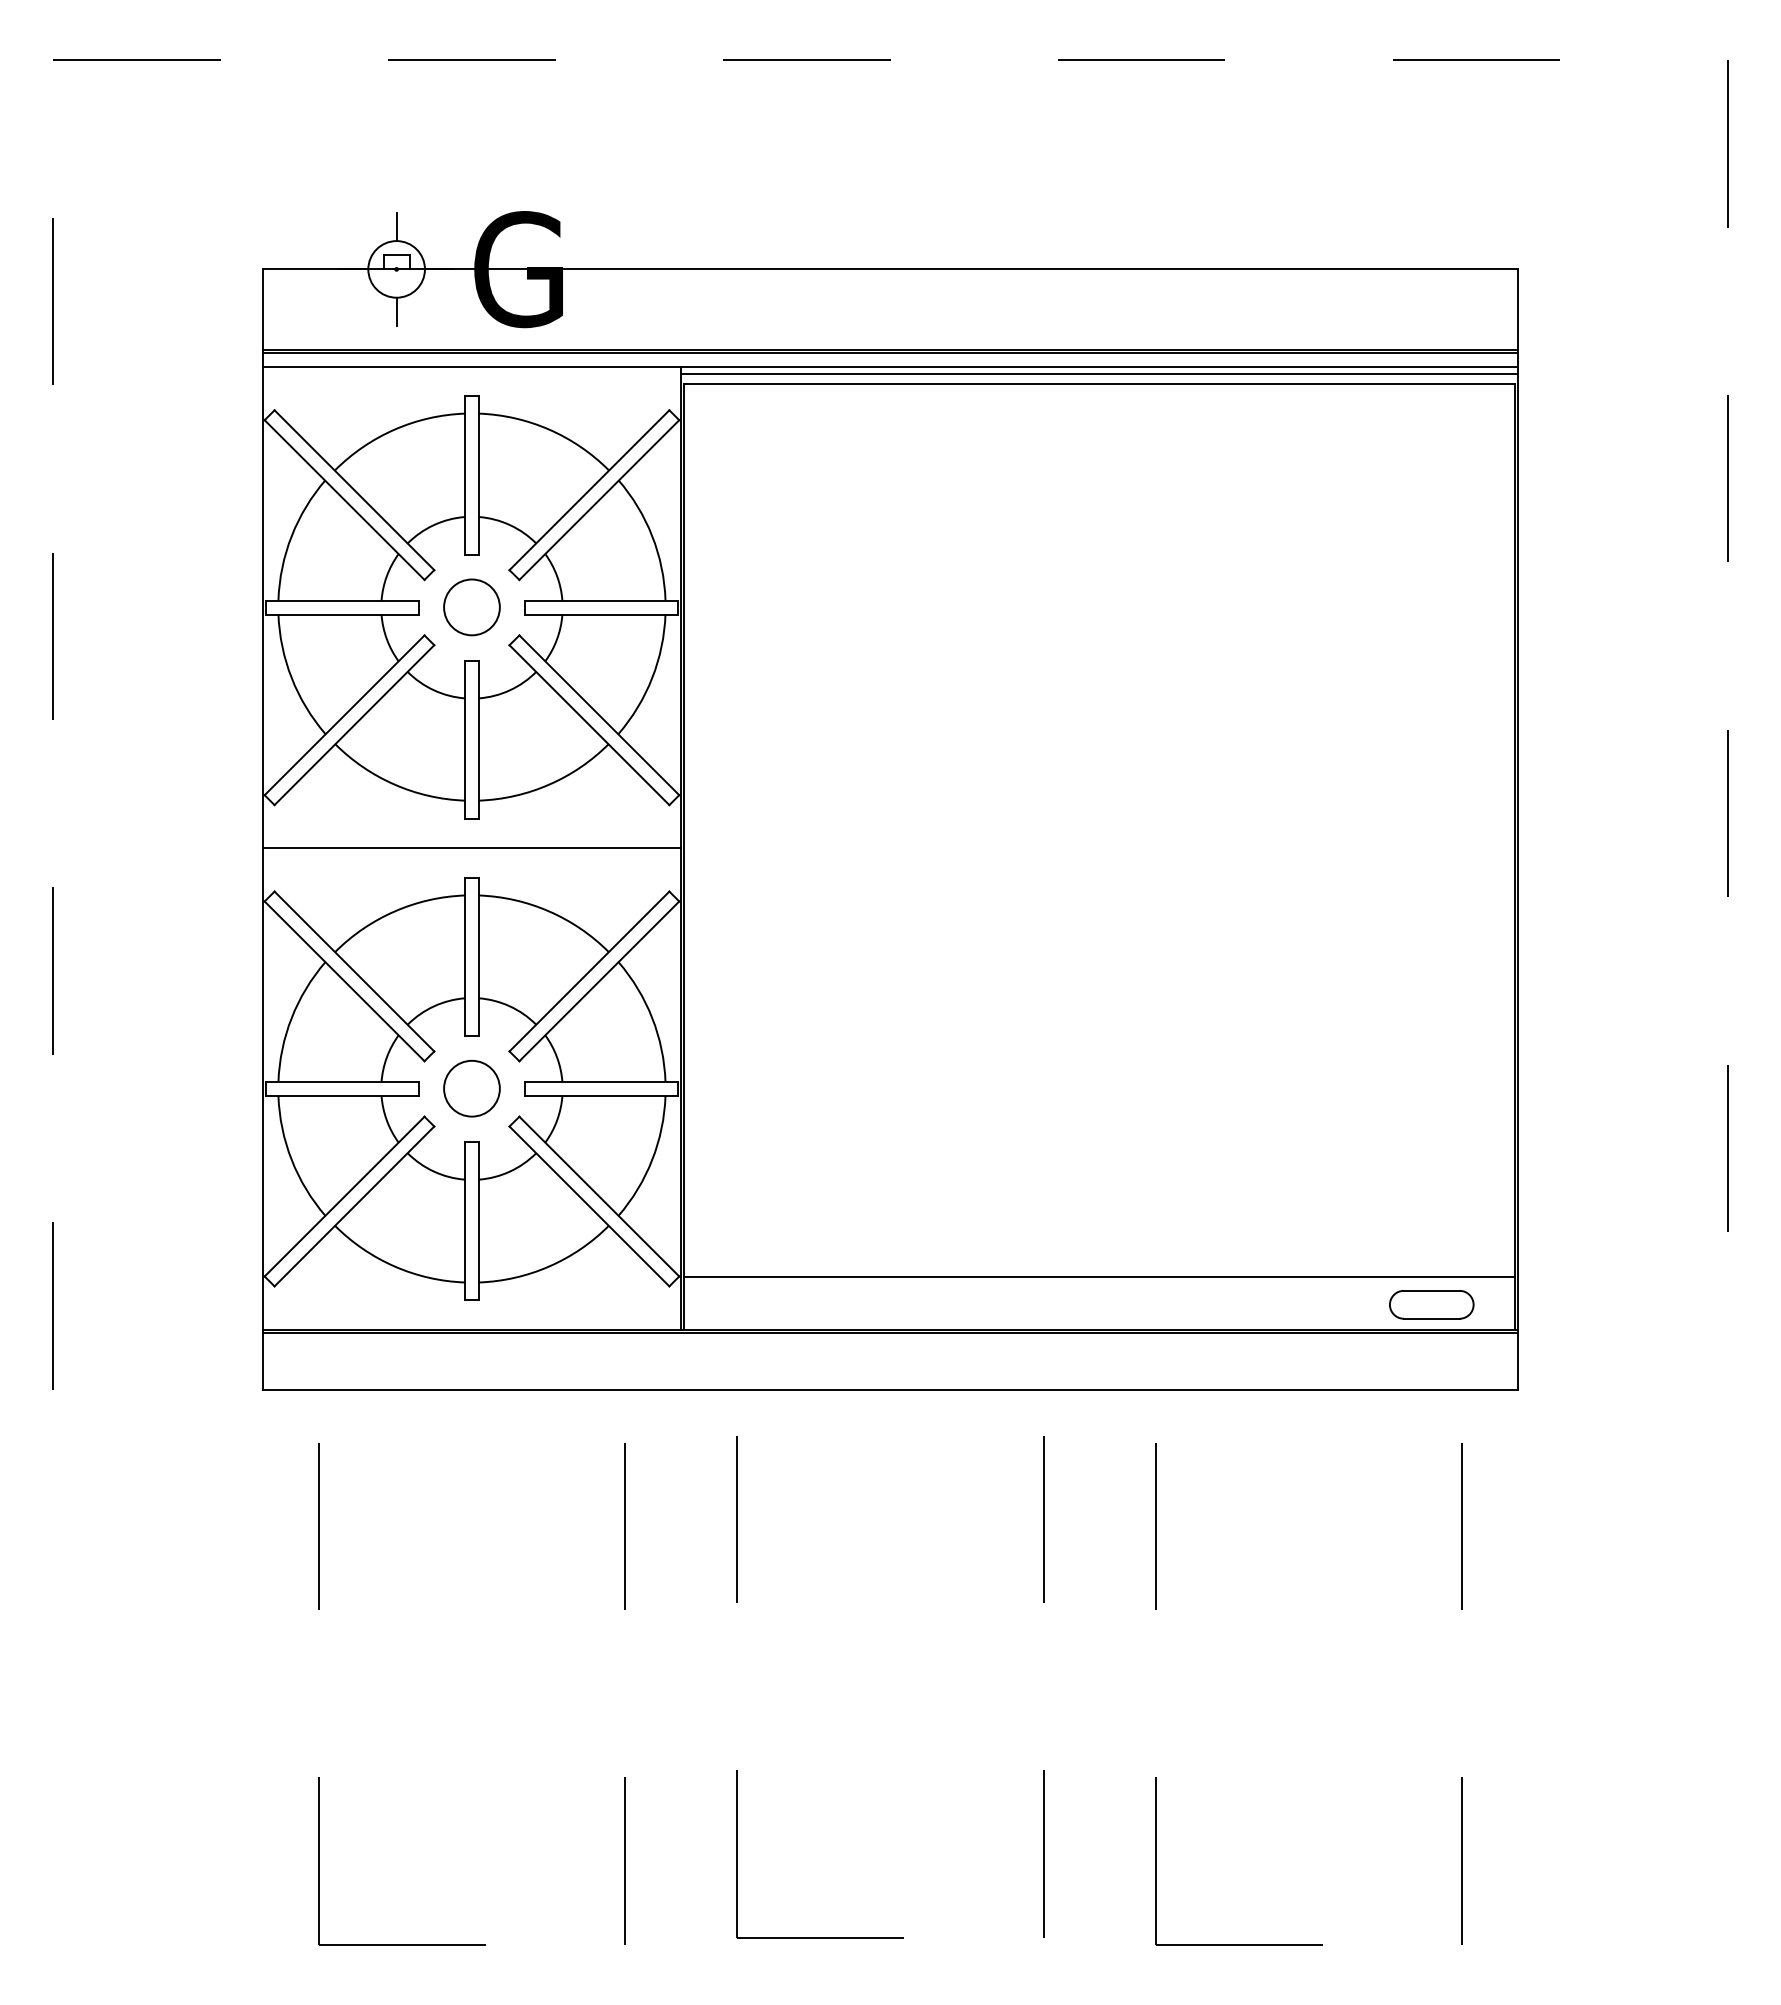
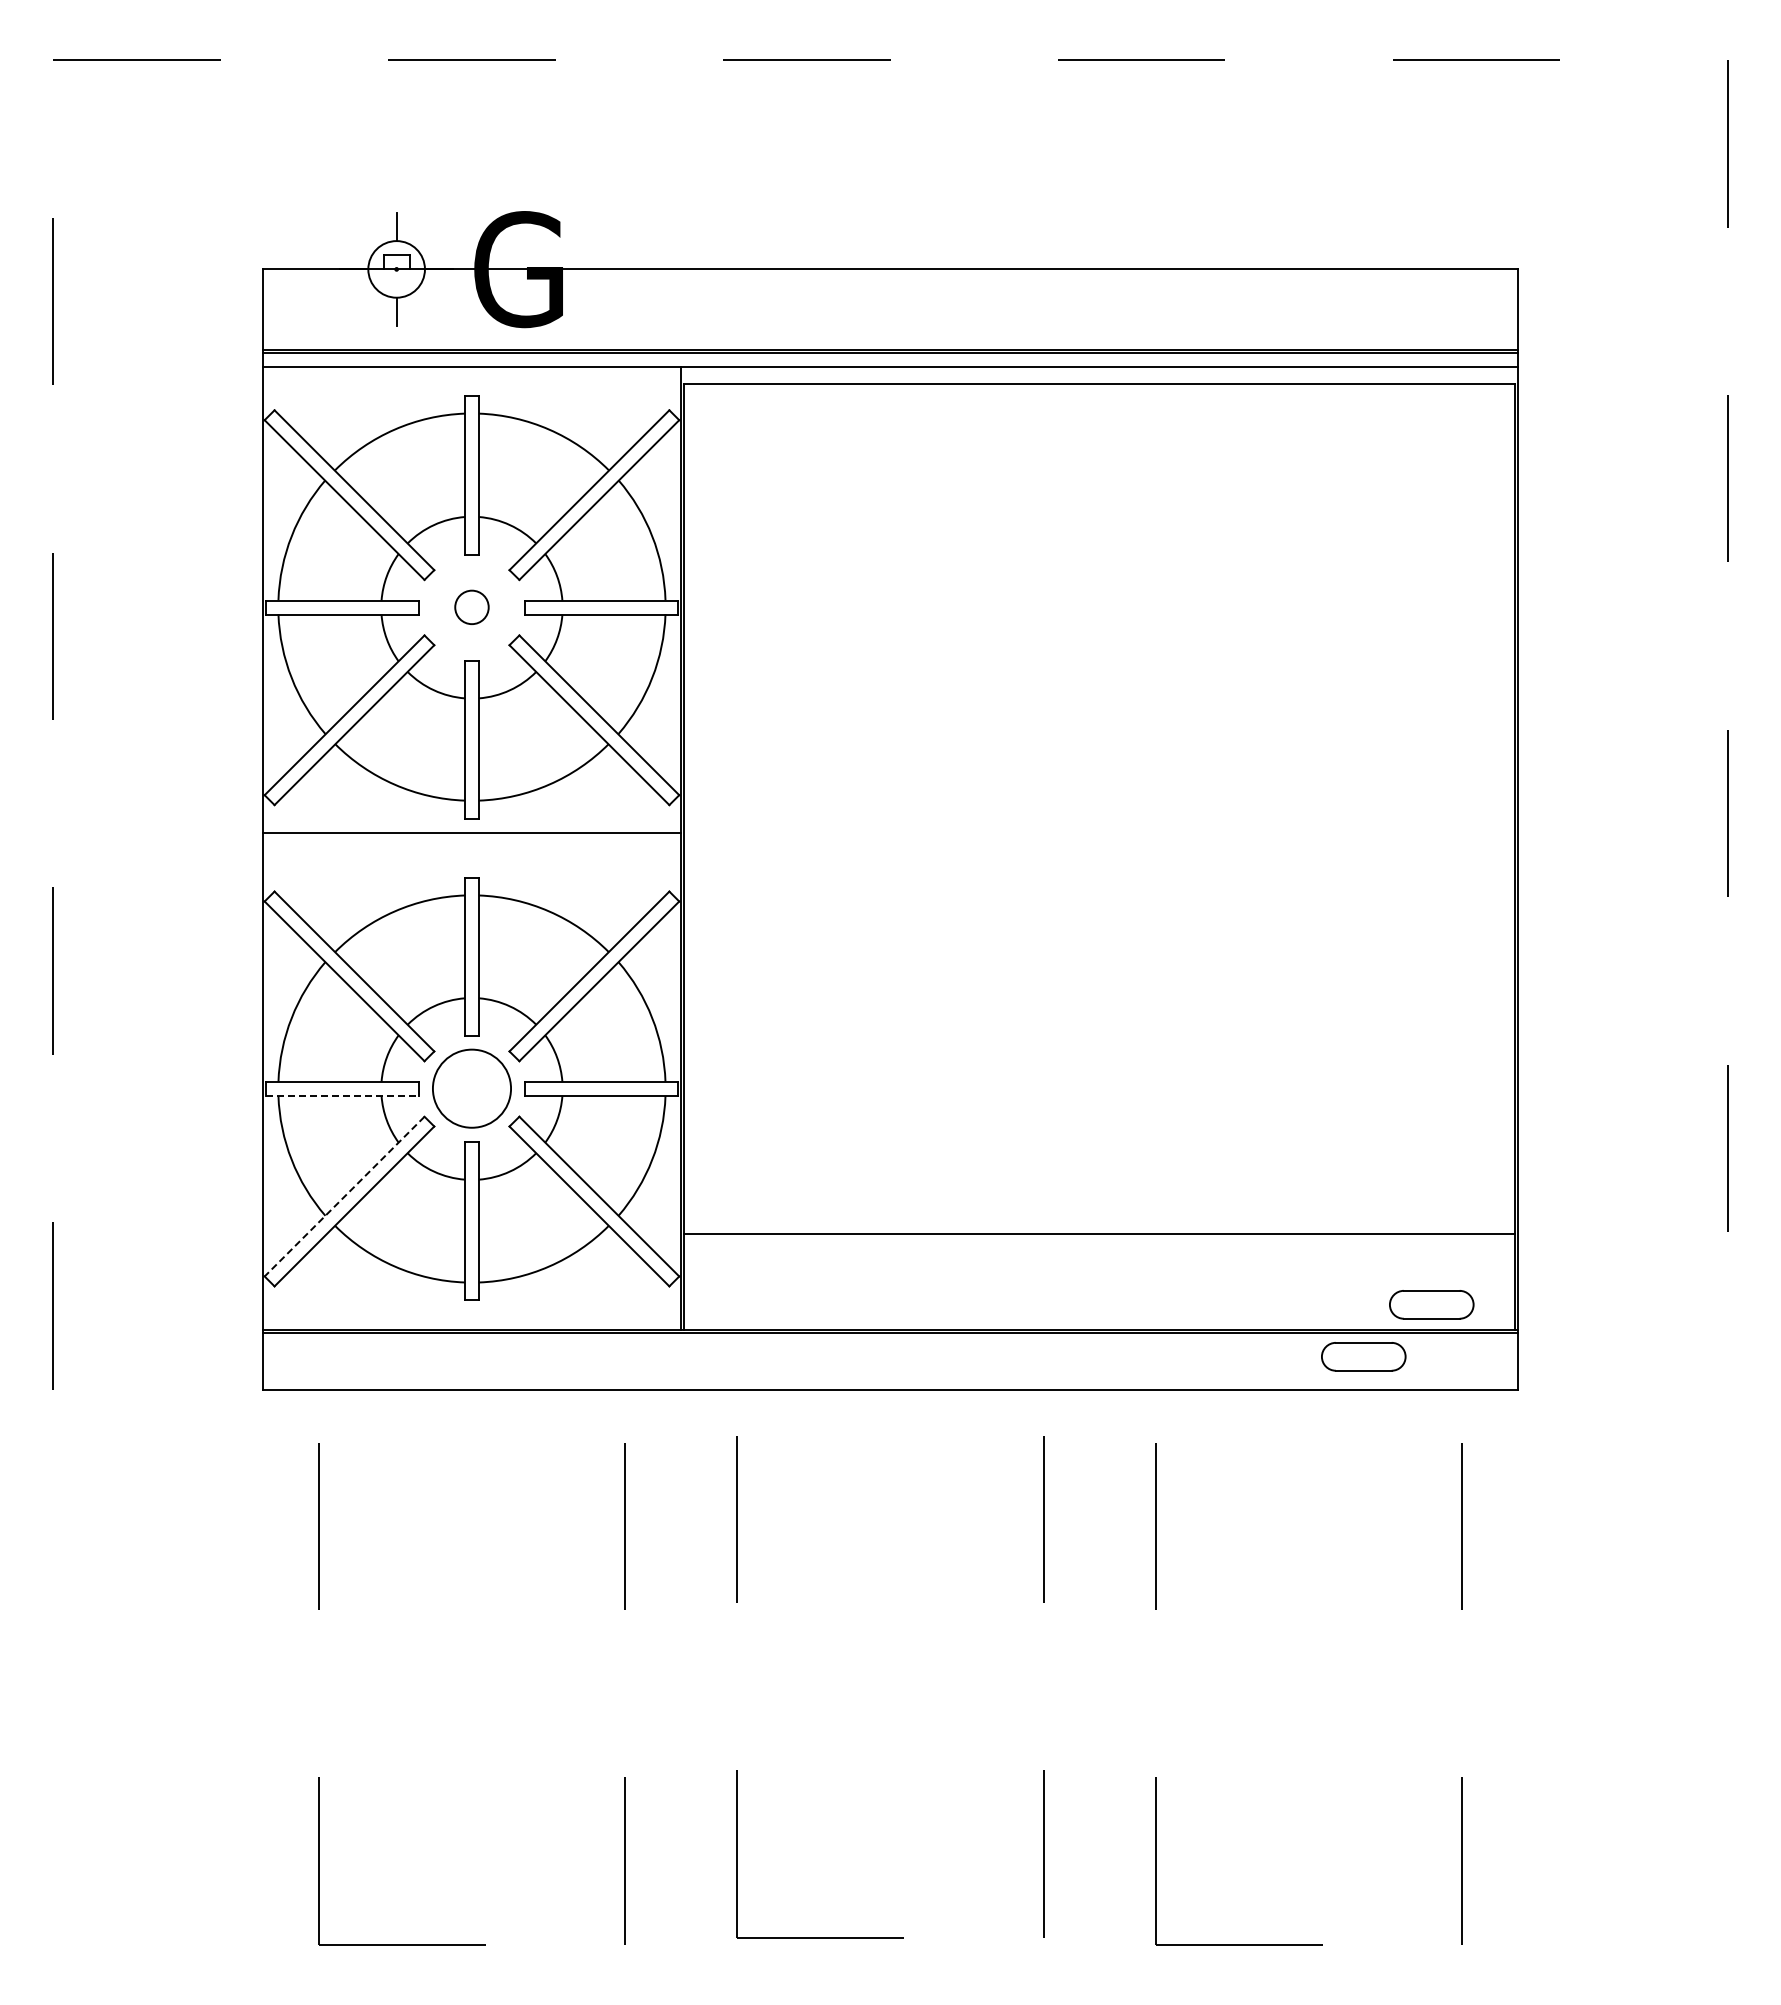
line at (1099, 374): present -> none
circle at (471, 607) diameter: 56 px -> 33 px
line at (471, 848) position: (471, 848) -> (471, 833)
circle at (471, 1088) diameter: 56 px -> 78 px
line at (342, 1095): solid -> dashed
line at (344, 1196): solid -> dashed
line at (1099, 1276) position: (1099, 1276) -> (1099, 1233)
part at (1363, 1356): none -> present
